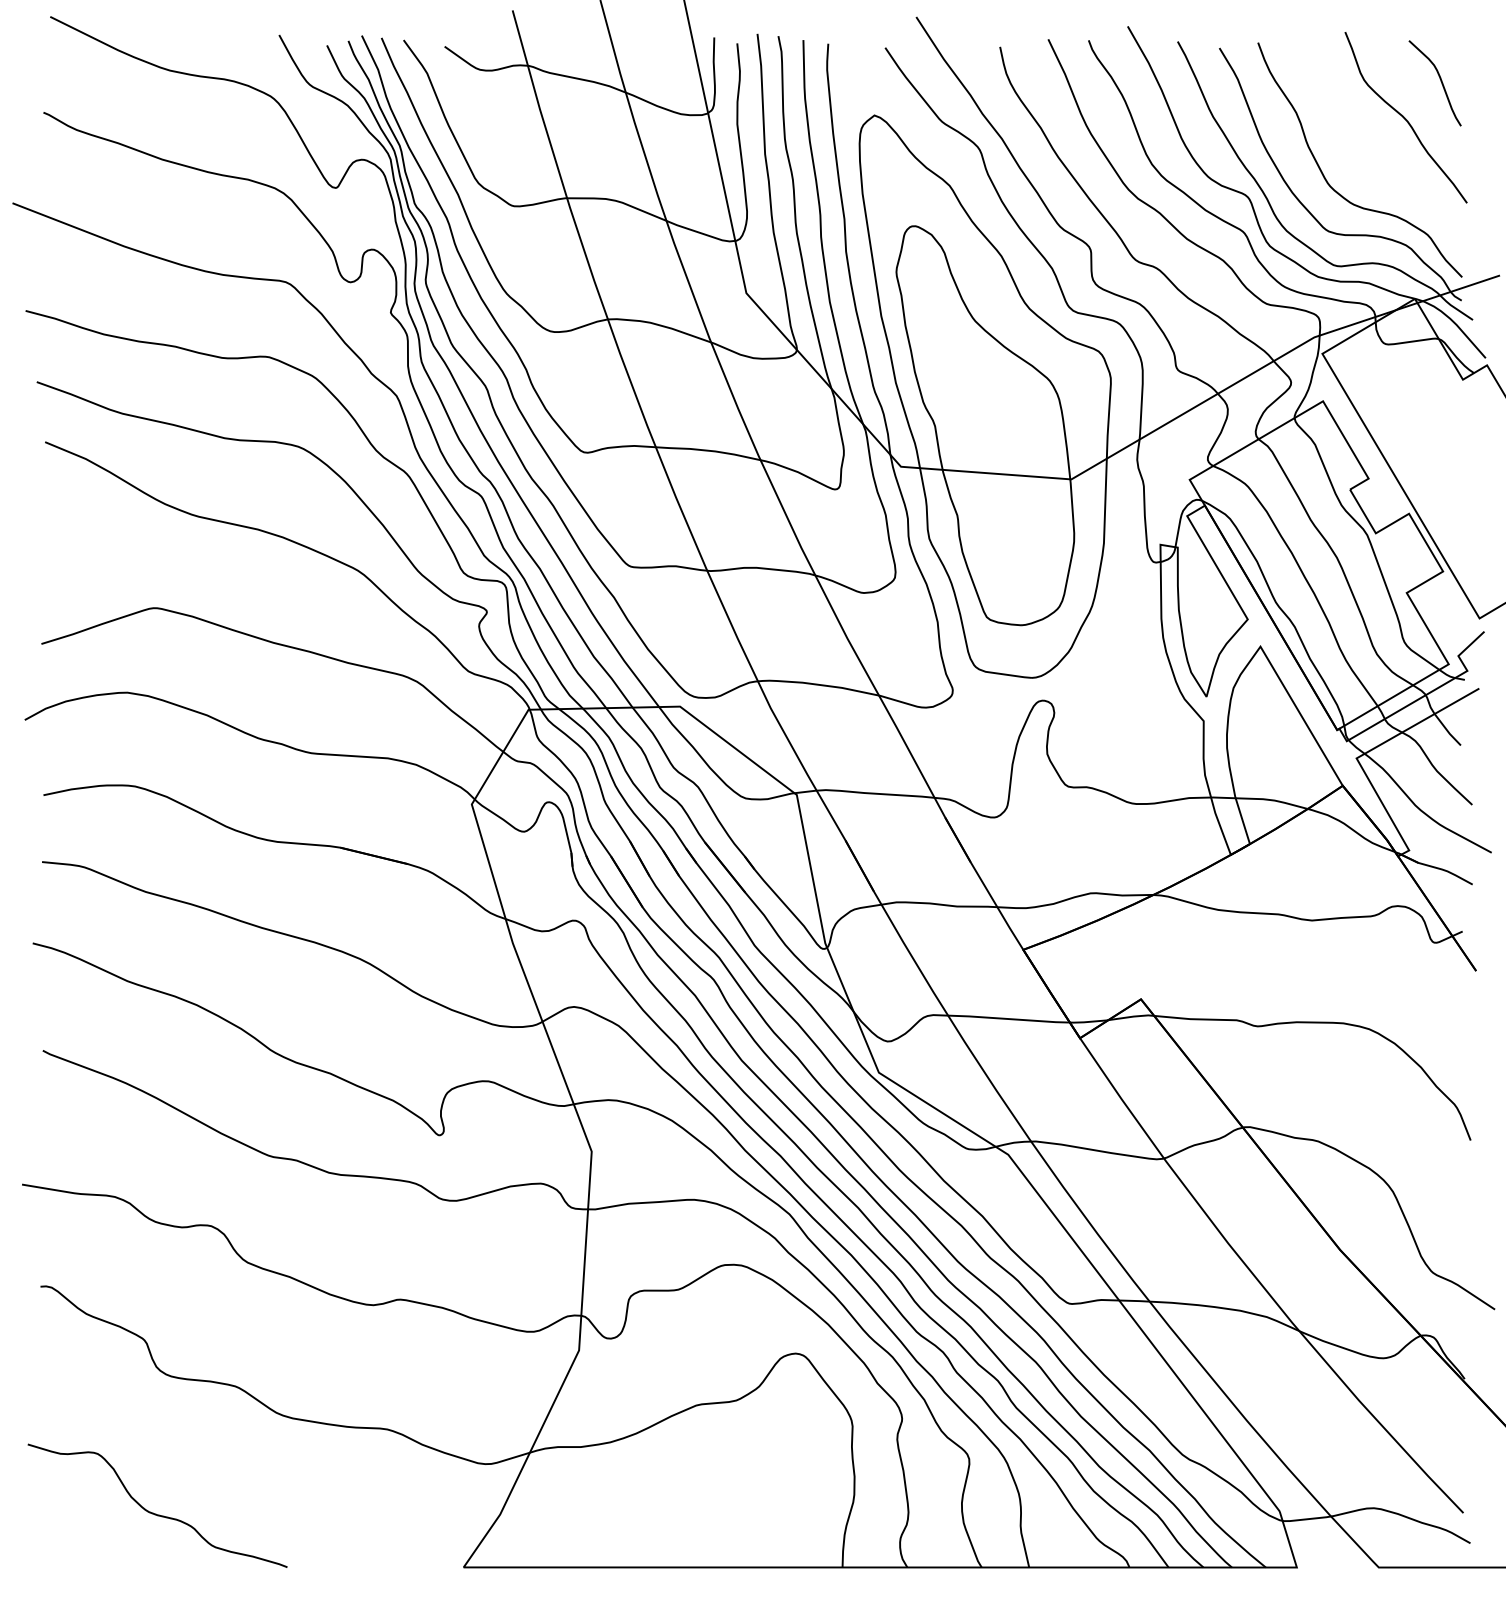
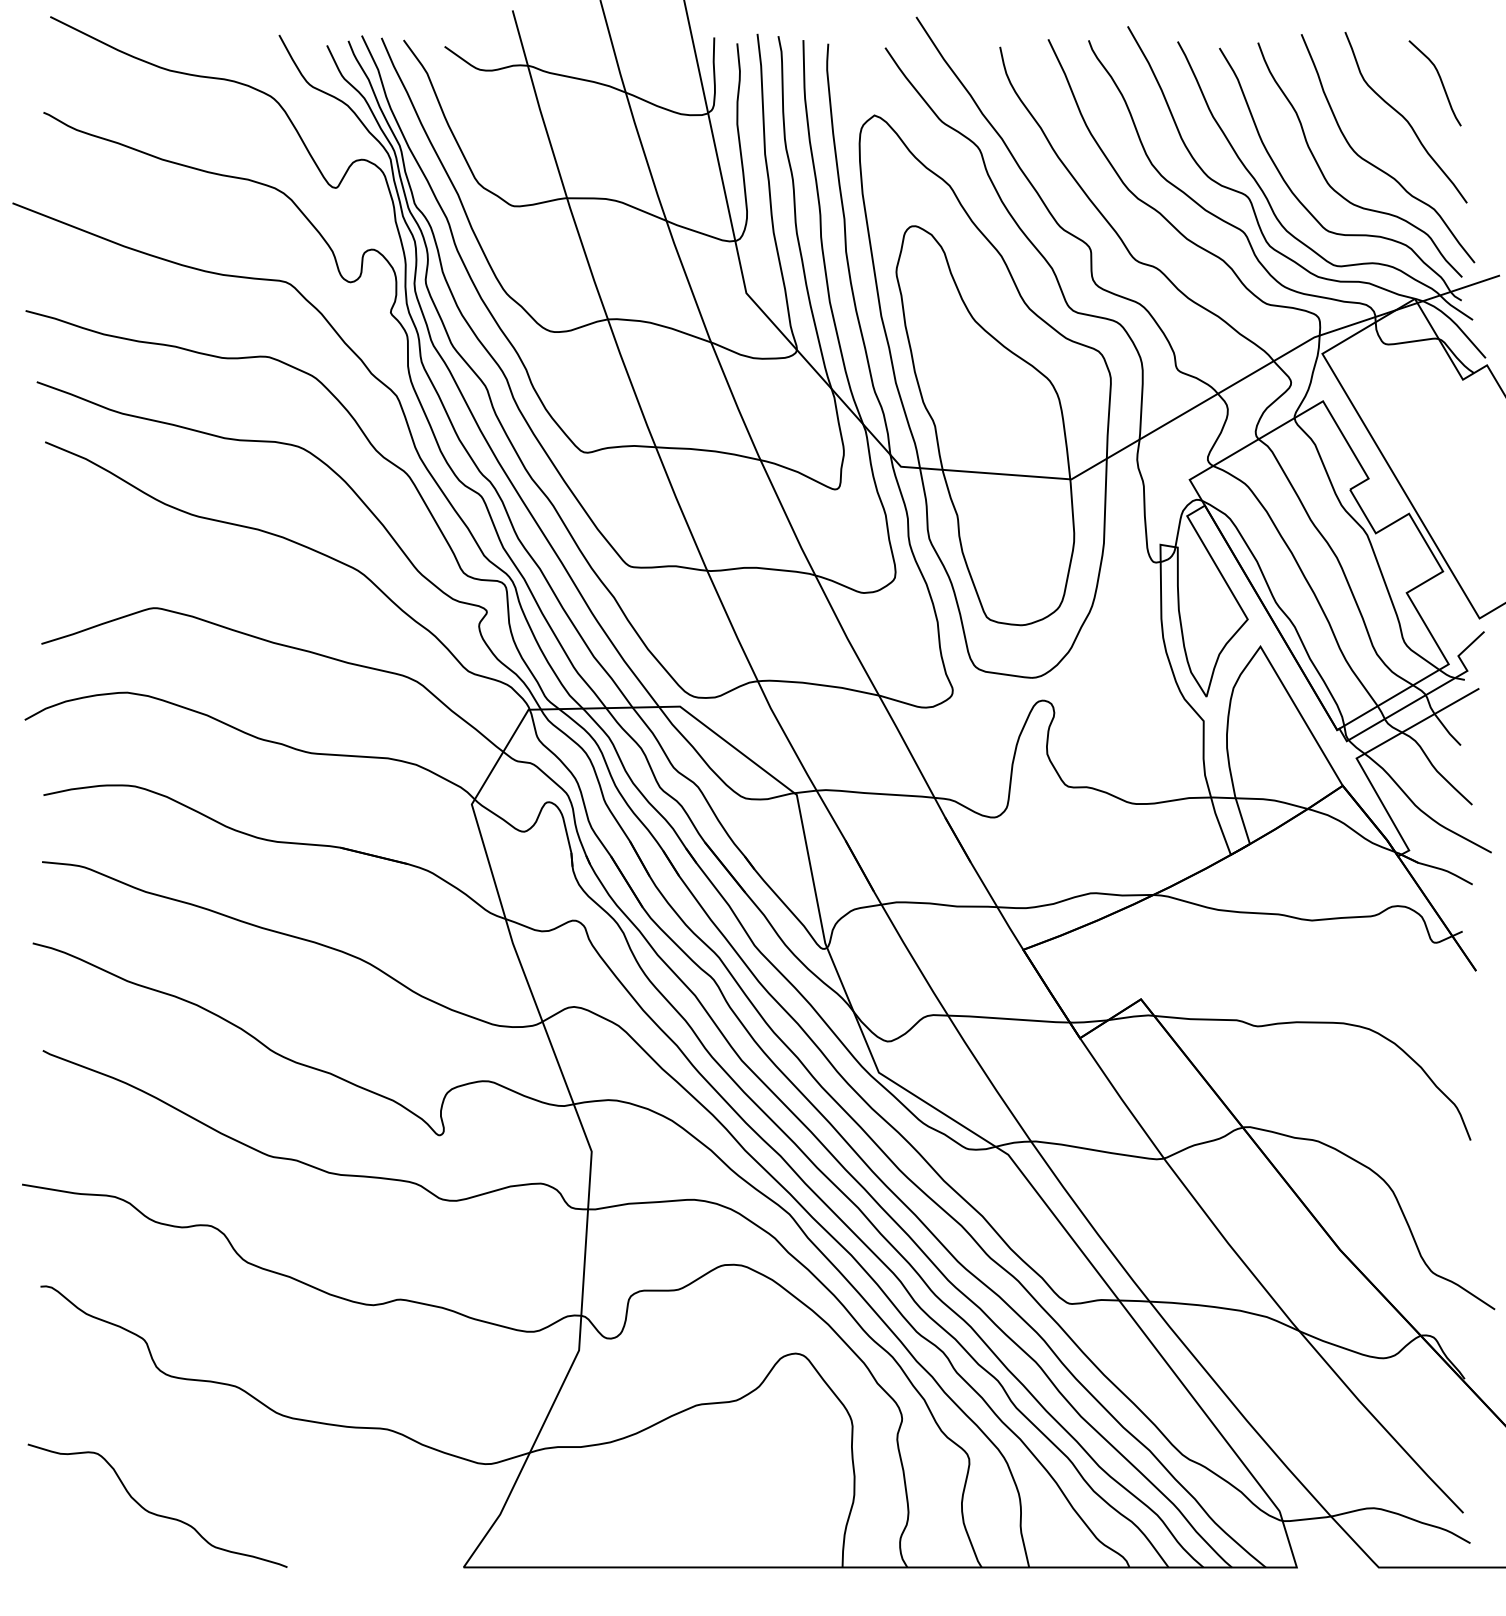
curve at (1377, 166): none -> present
